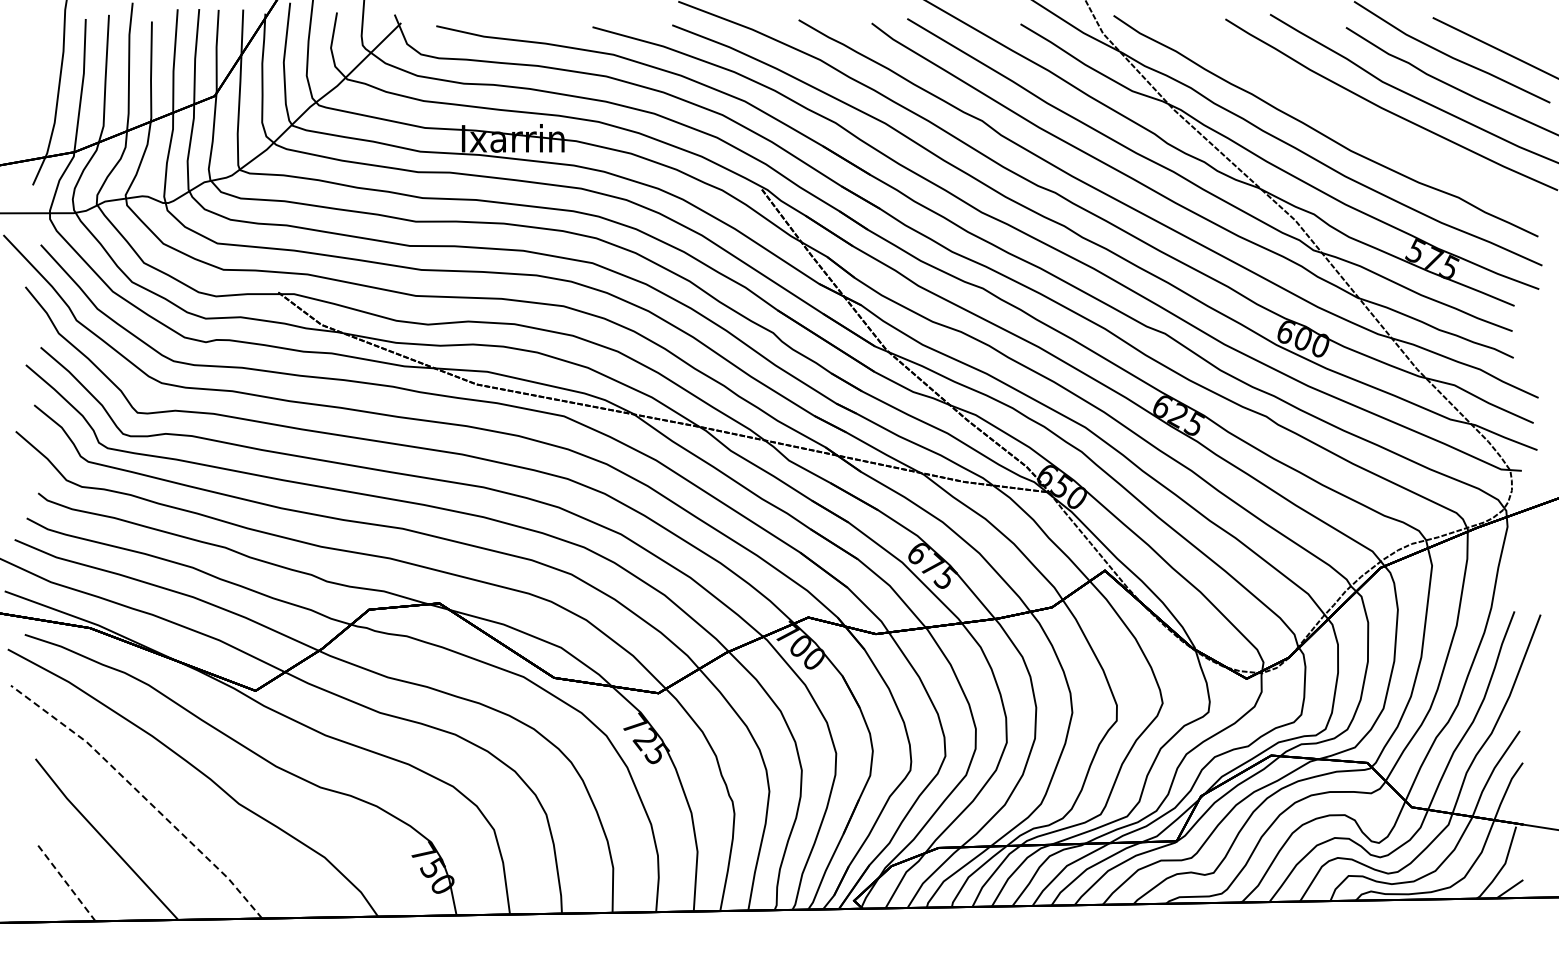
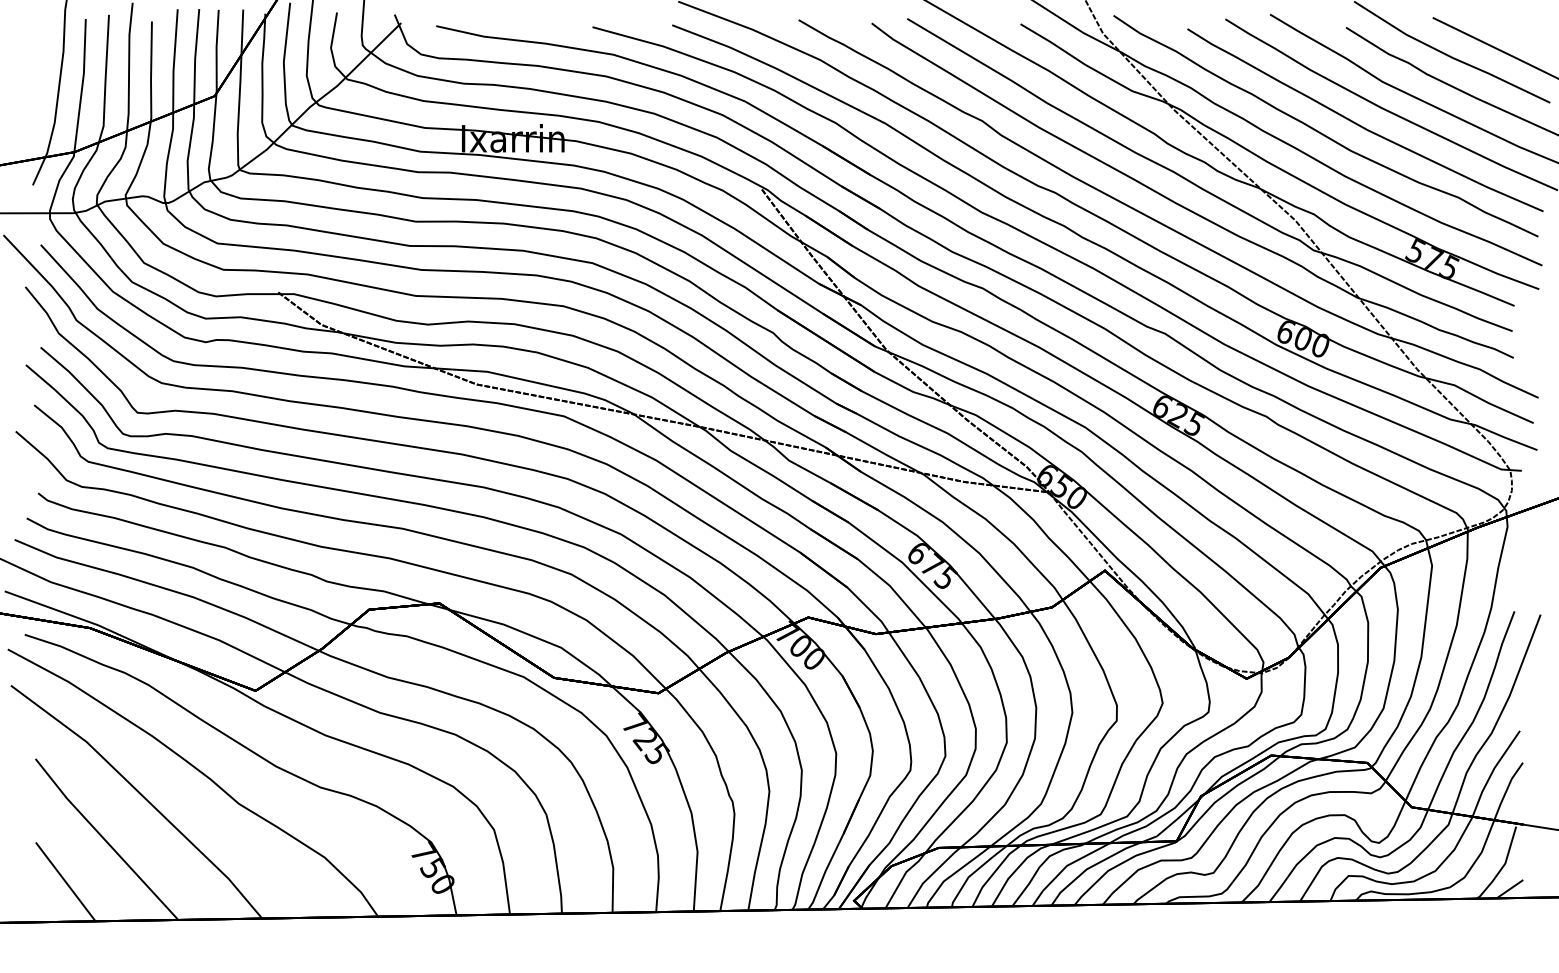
curve at (1361, 125): none -> present
line at (142, 795): dashed -> solid
line at (65, 881): dashed -> solid
